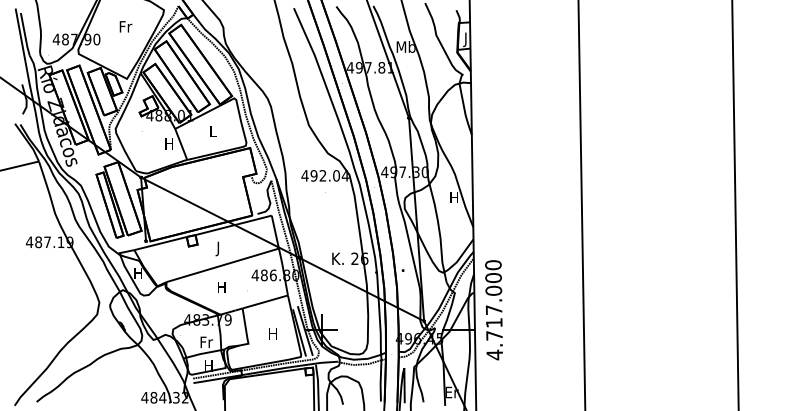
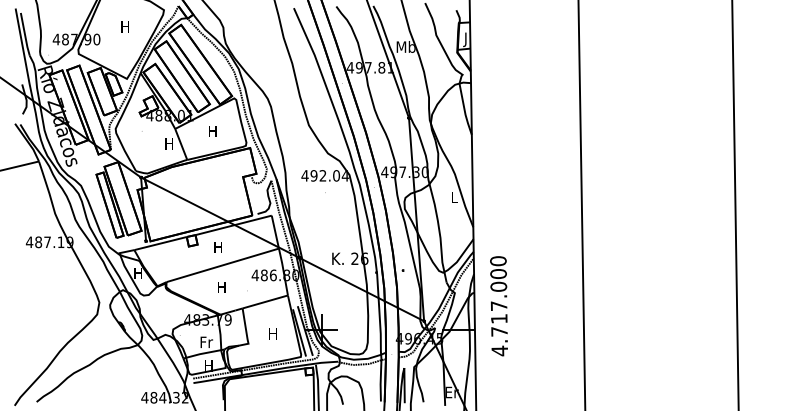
text at (125, 26): Fr -> H
text at (212, 131): L -> H
text at (453, 197): H -> L
text at (217, 248): J -> H
text at (493, 310) position: (493, 310) -> (498, 306)
